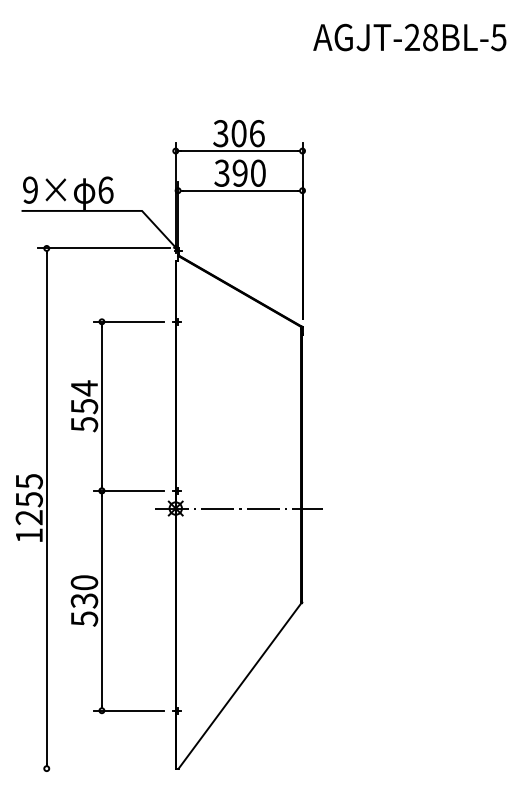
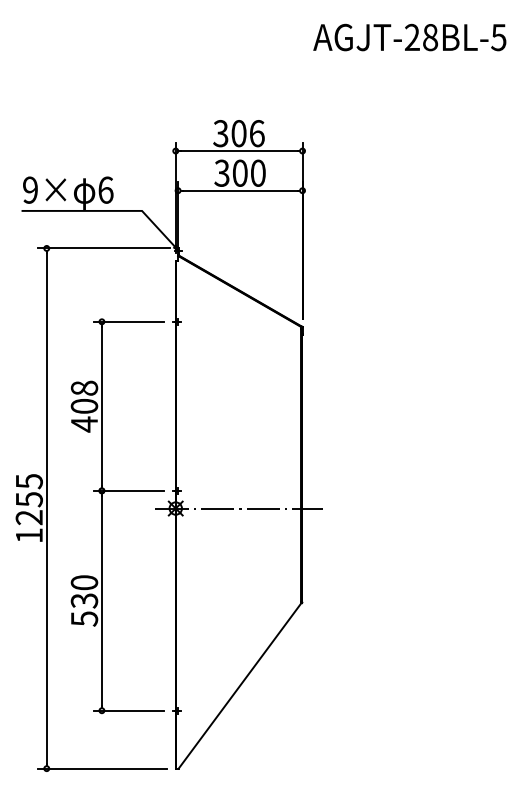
text at (239, 172): 390 -> 300
text at (84, 406): 554 -> 408
line at (102, 768): none -> present
